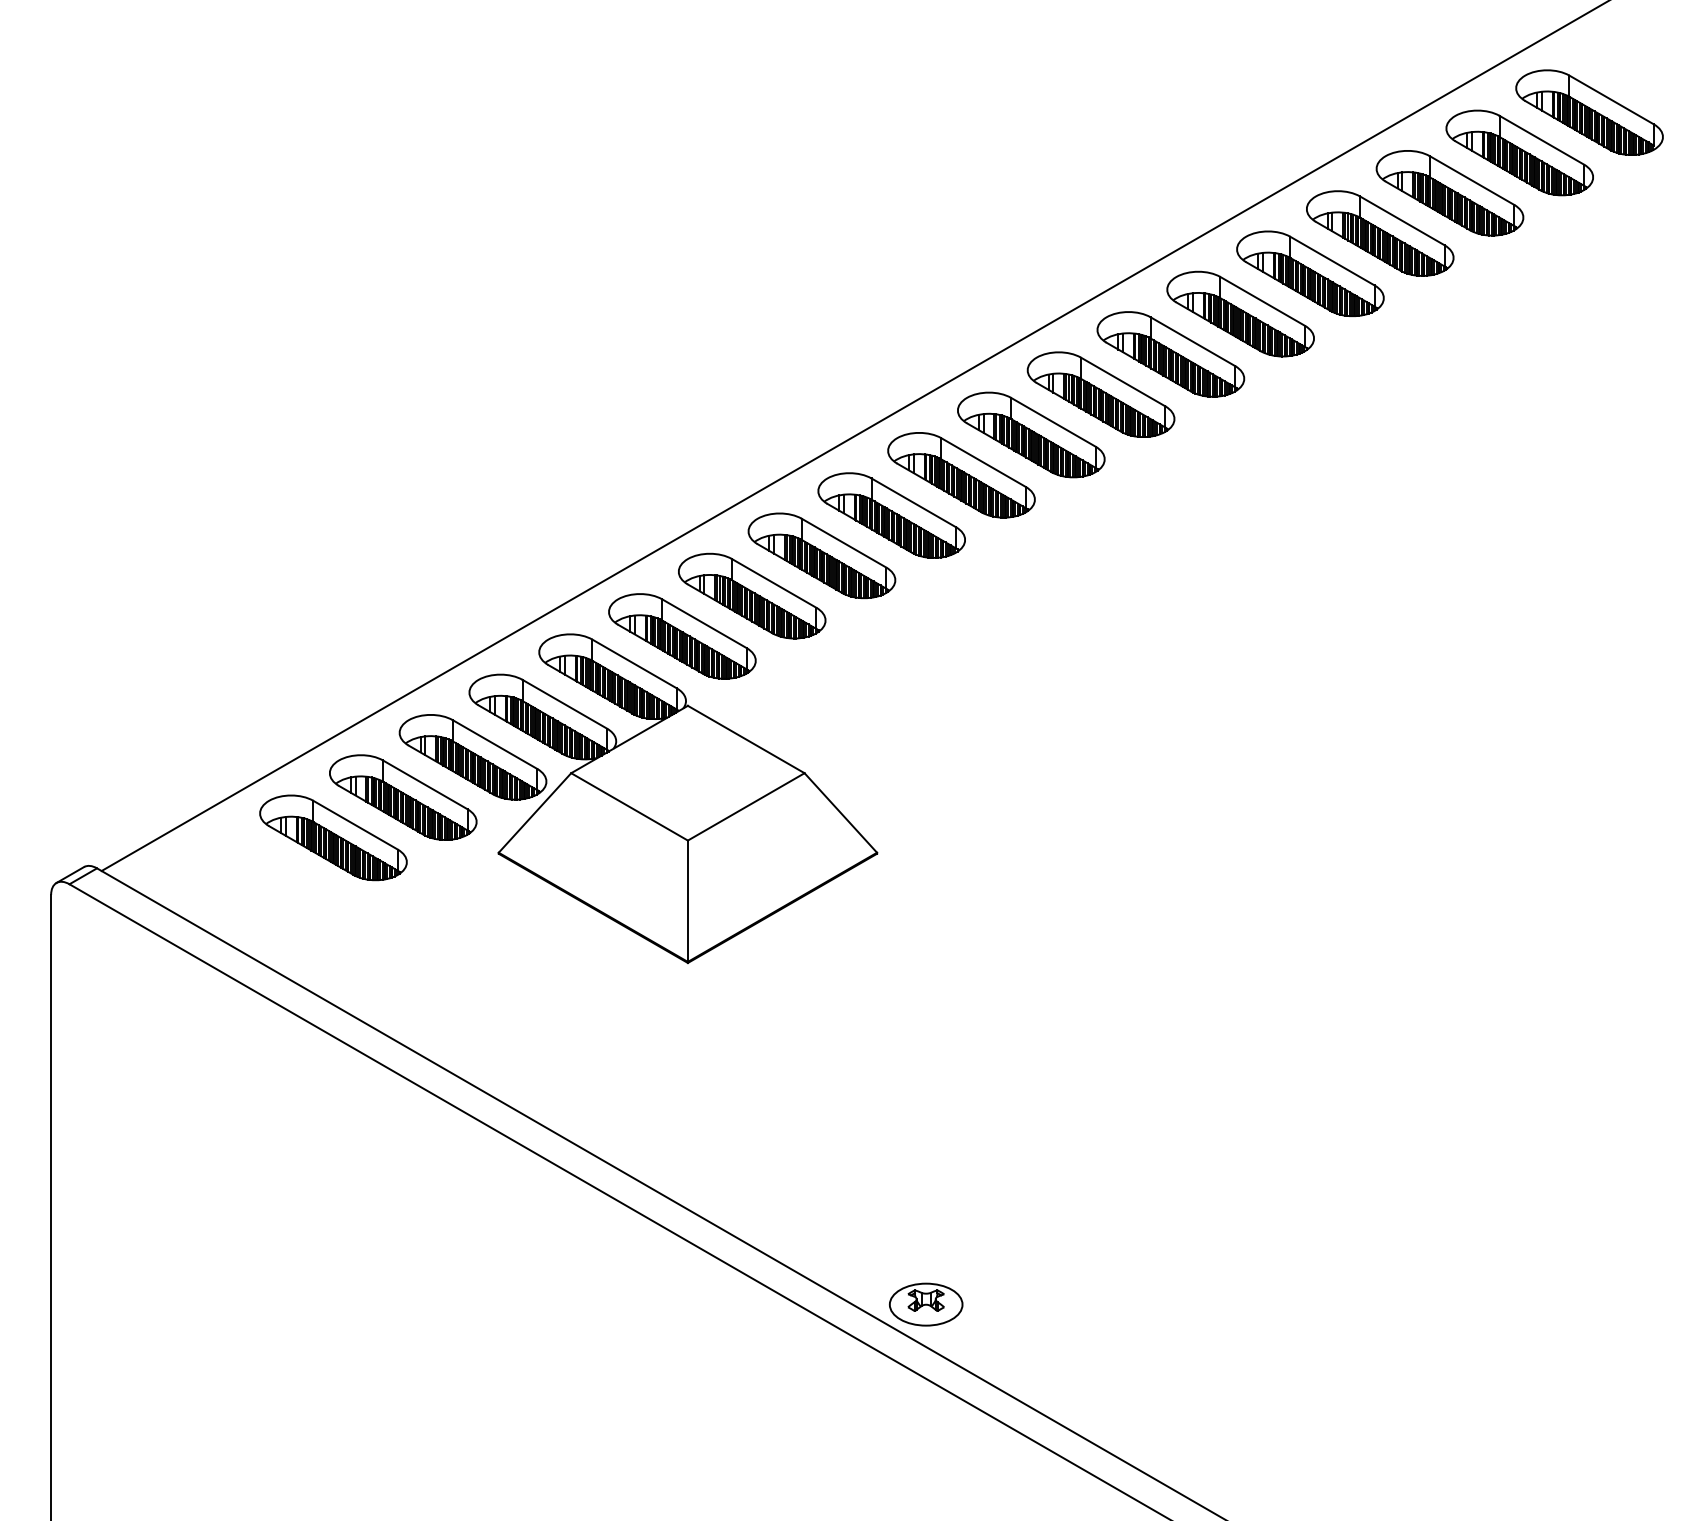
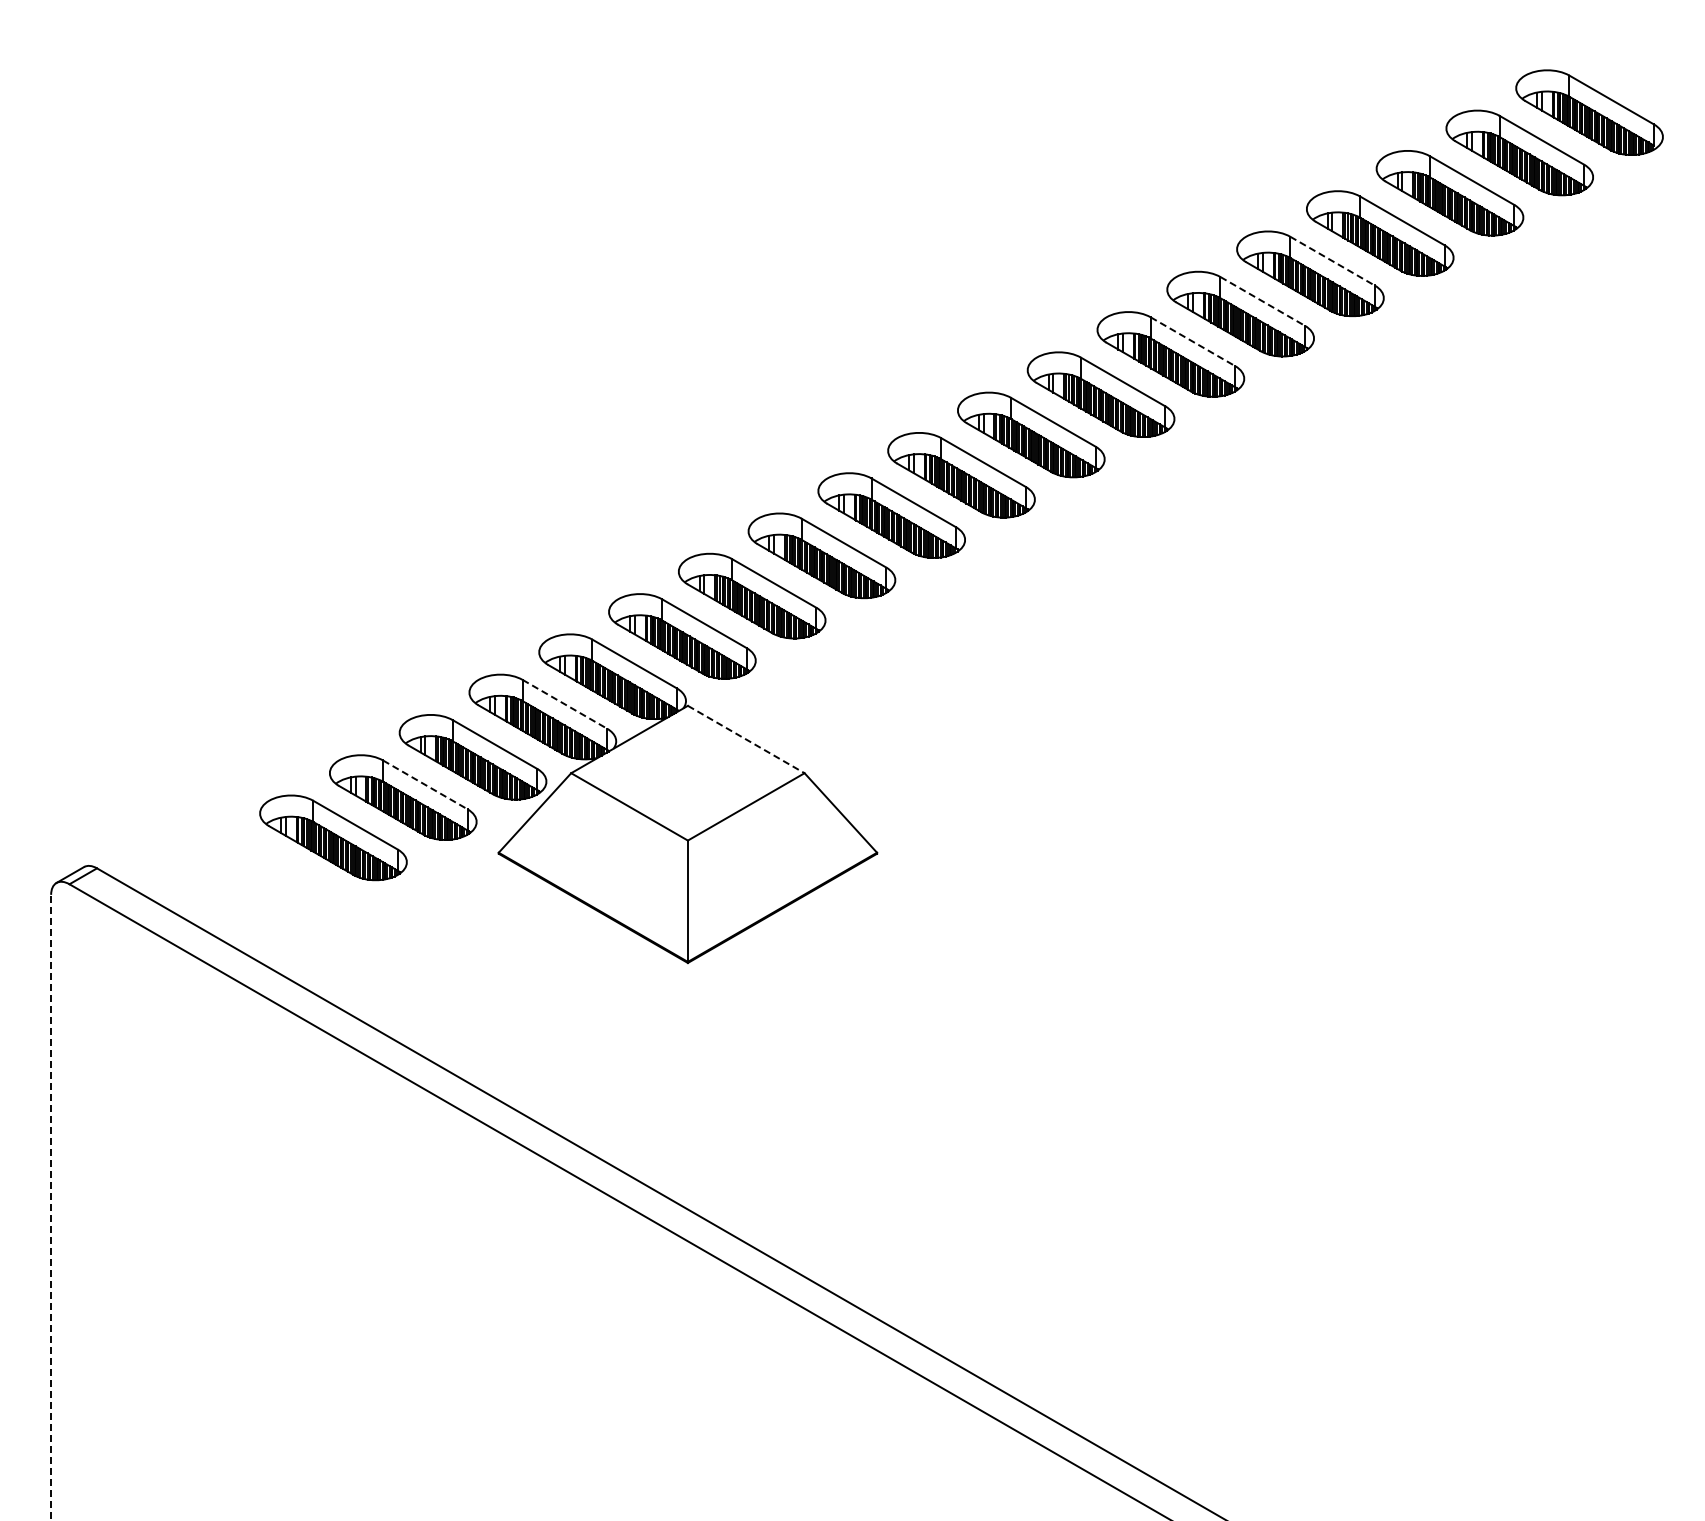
line at (1332, 261): solid -> dashed
line at (1262, 301): solid -> dashed
line at (1192, 341): solid -> dashed
line at (853, 436): present -> none
line at (564, 704): solid -> dashed
line at (746, 739): solid -> dashed
line at (425, 784): solid -> dashed
line at (51, 1207): solid -> dashed
part at (926, 1304): present -> none
